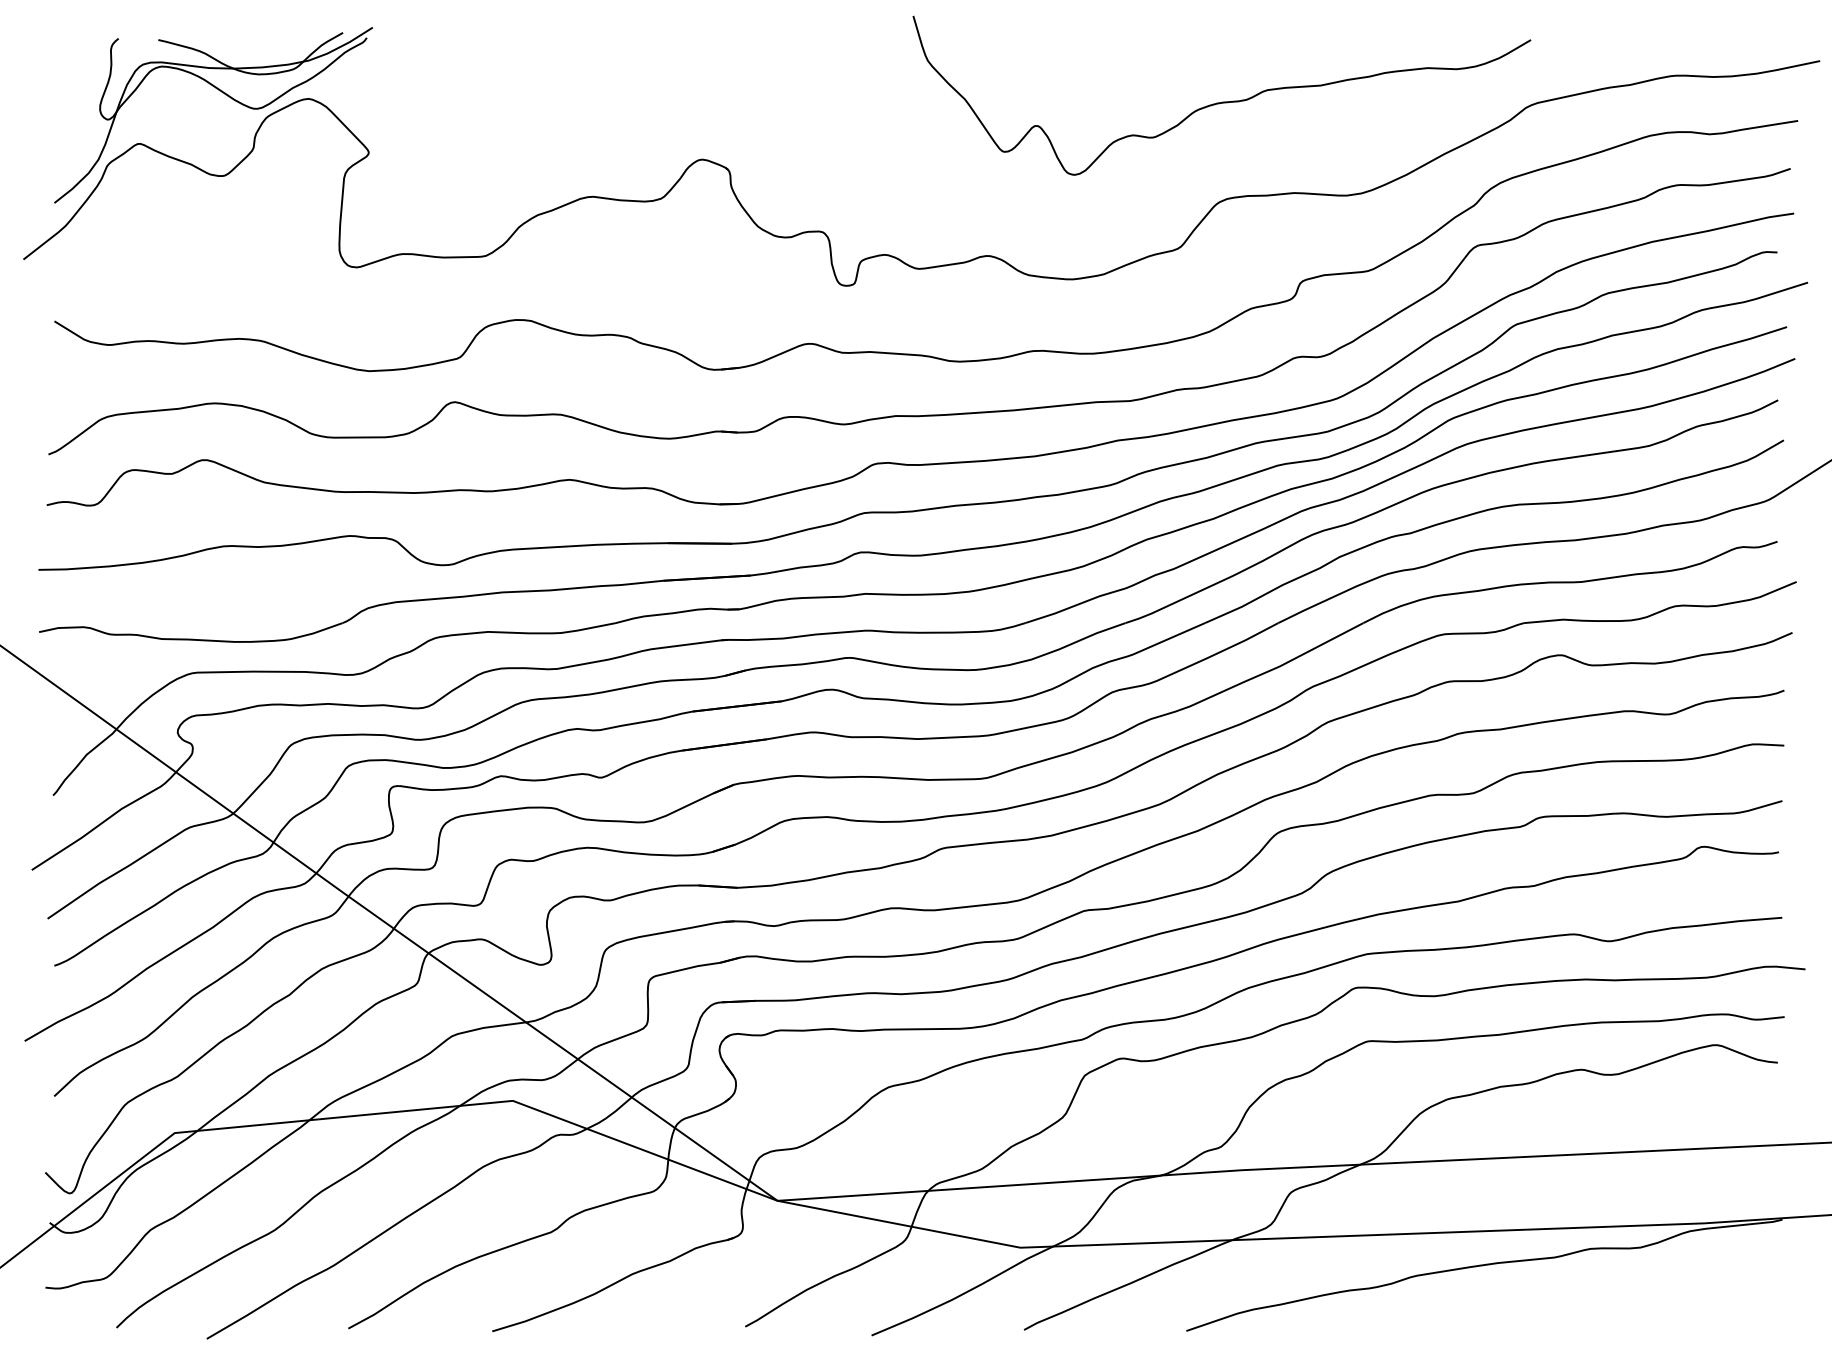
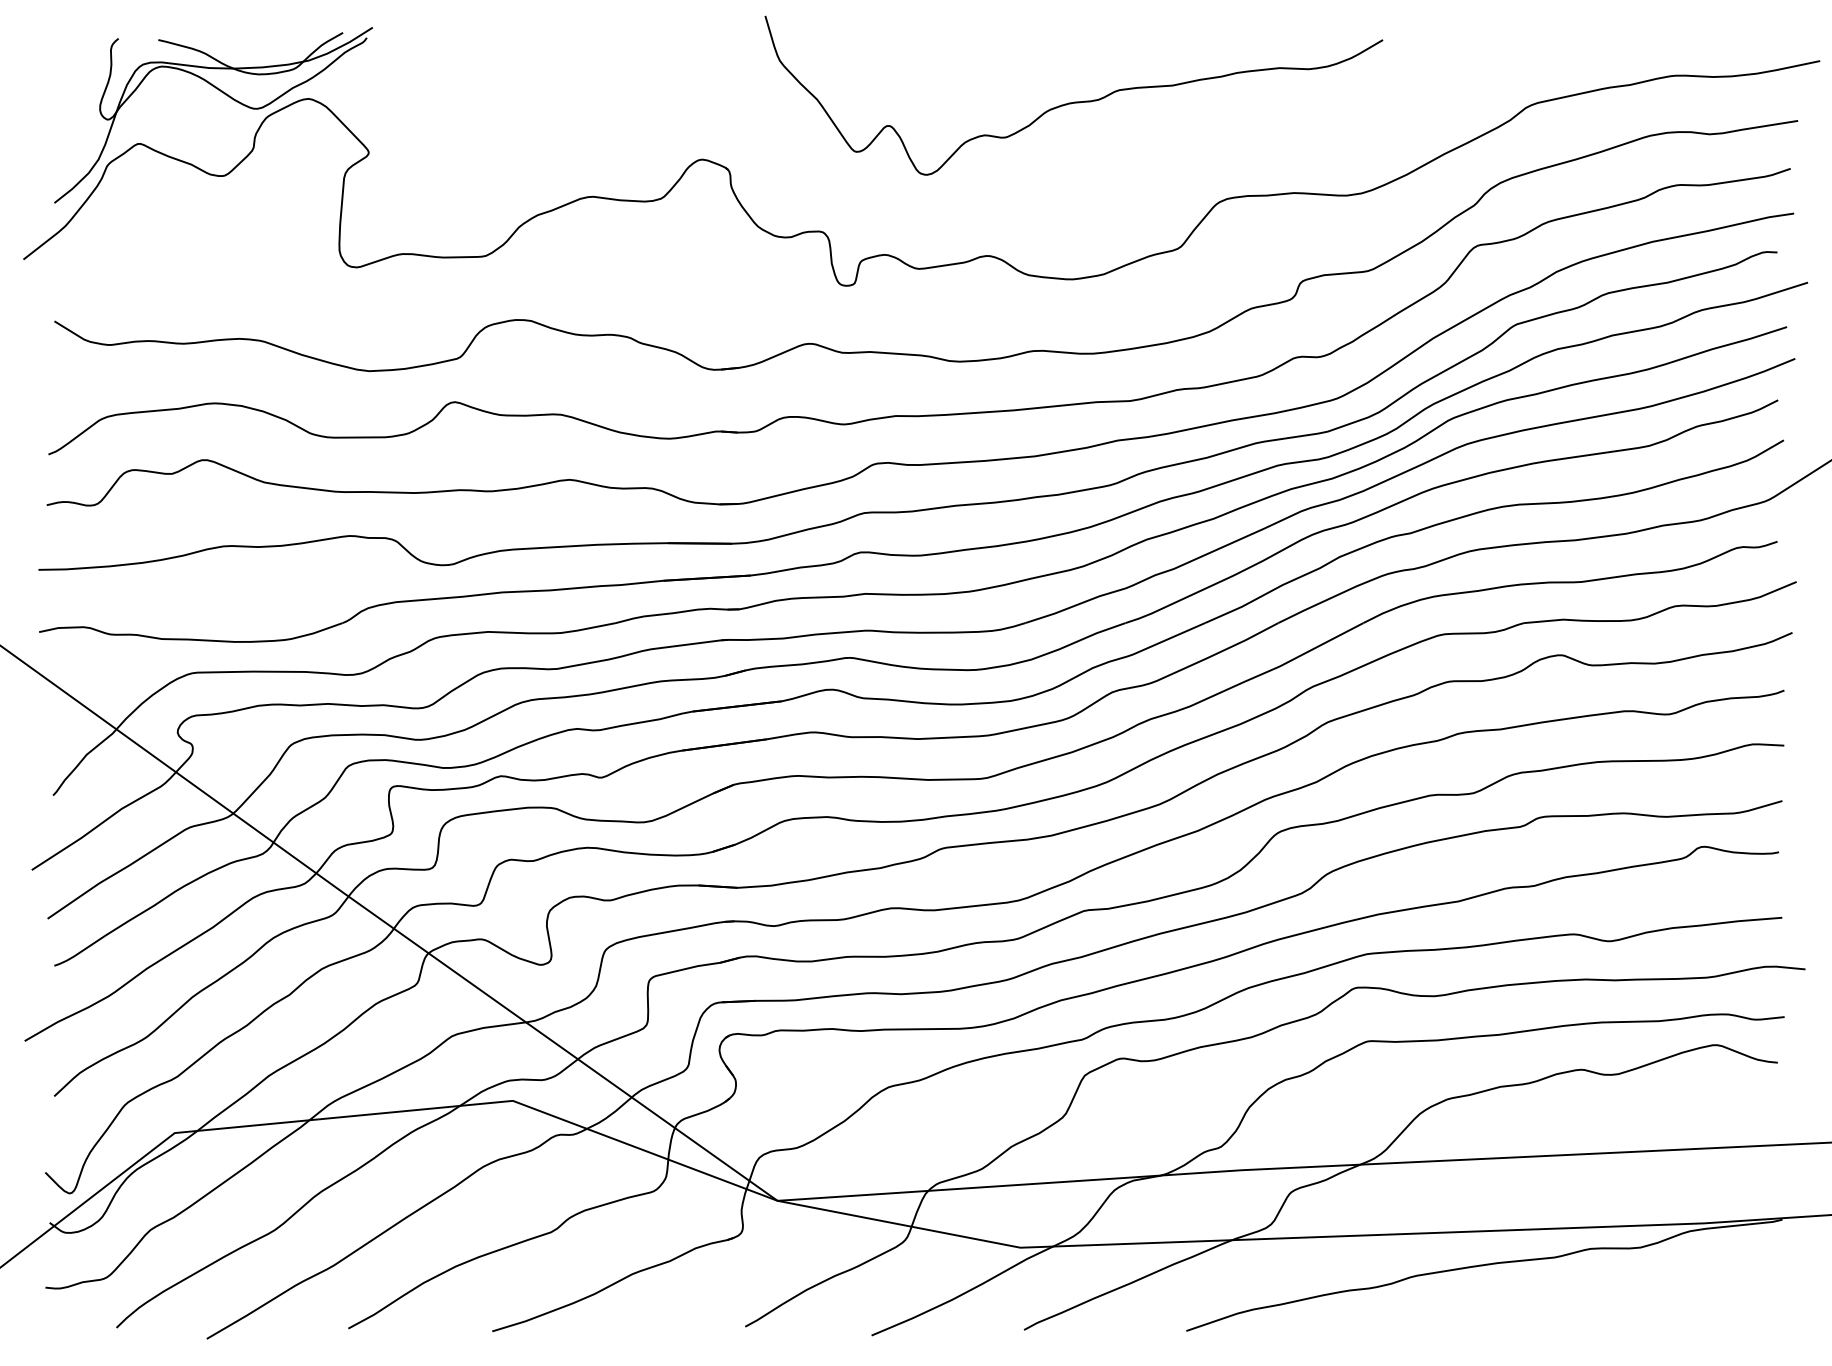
curve at (1222, 101) position: (1222, 101) -> (1074, 101)
